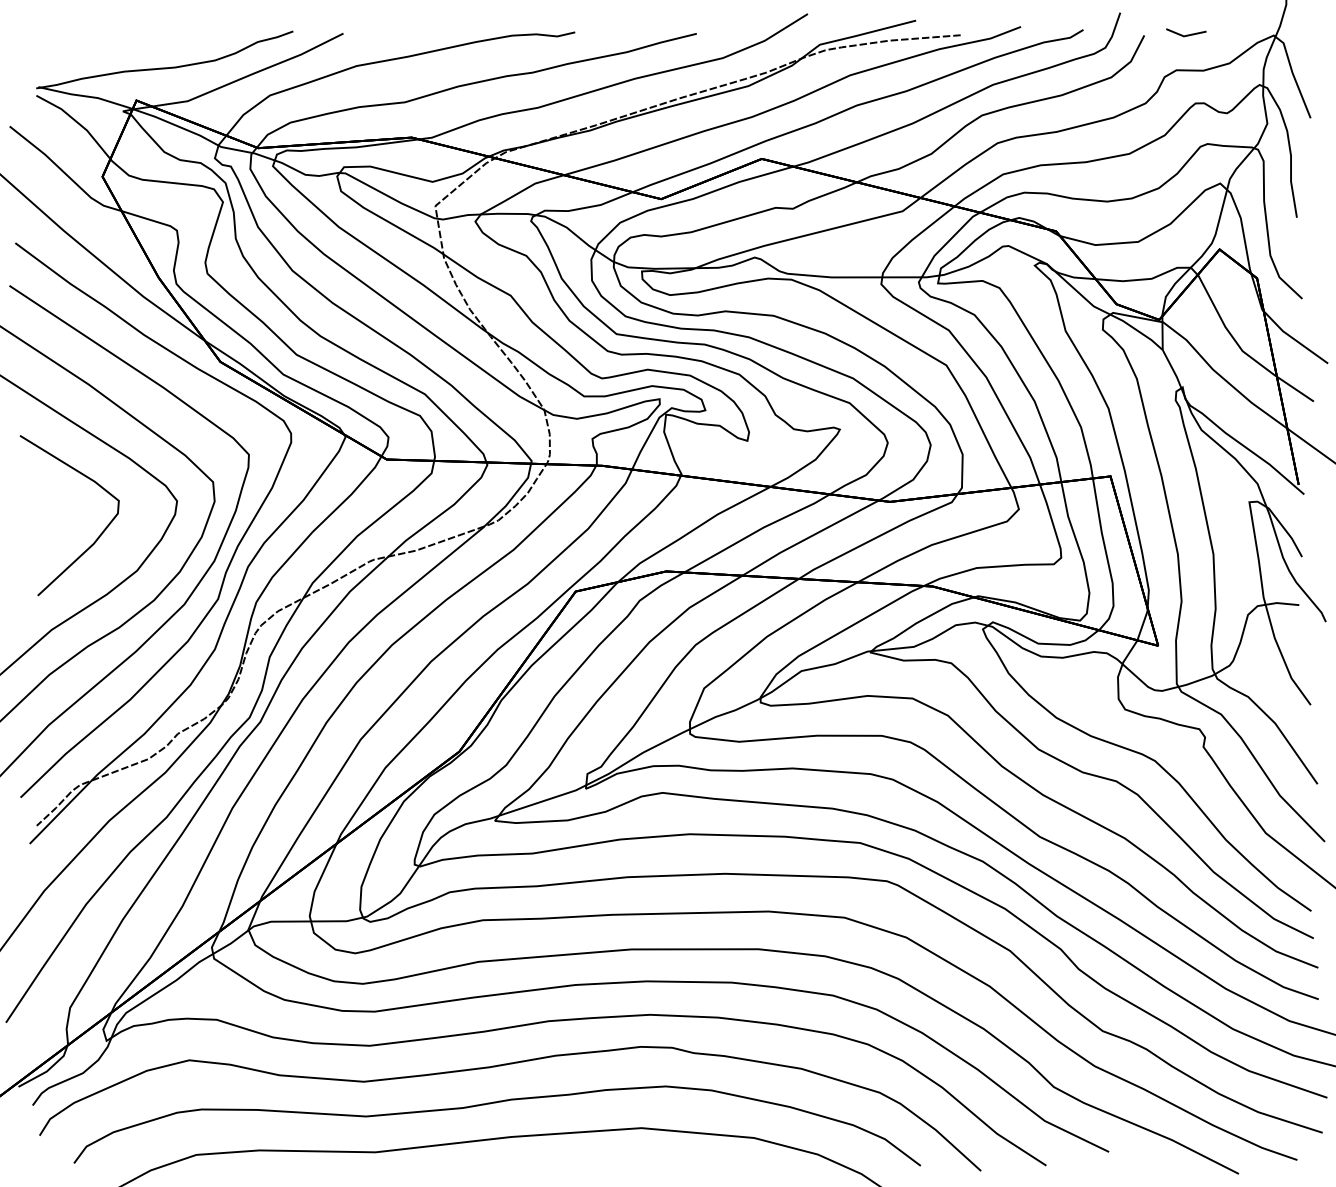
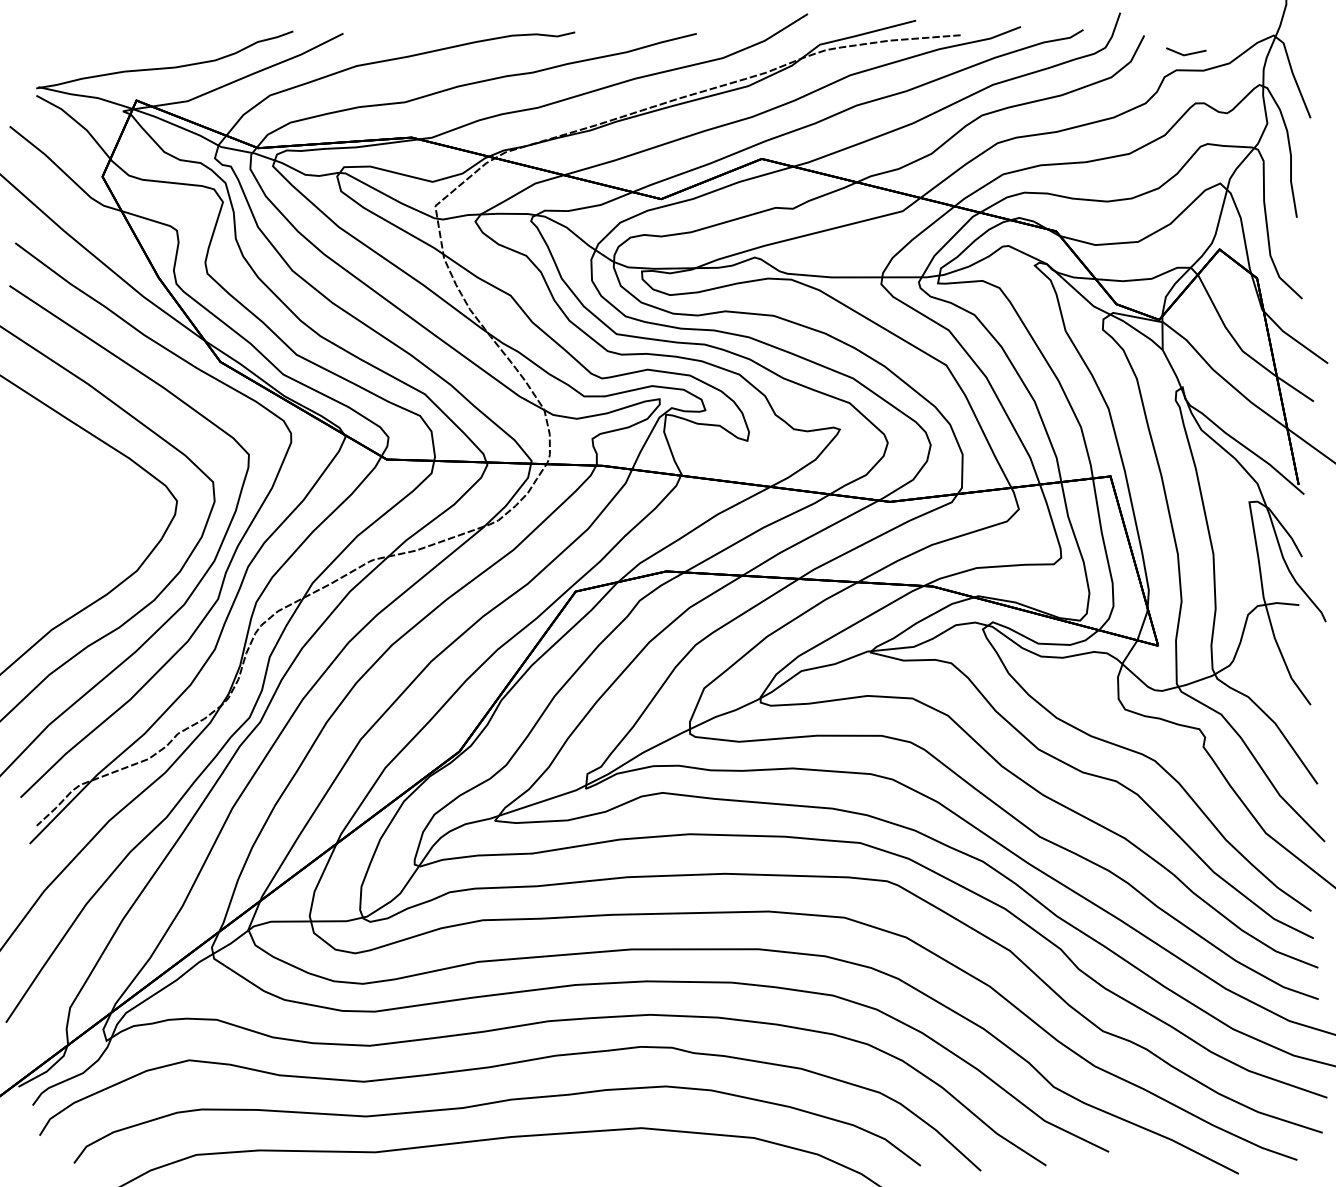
line at (1186, 34) position: (1186, 34) -> (1186, 53)
curve at (96, 538): present -> none
